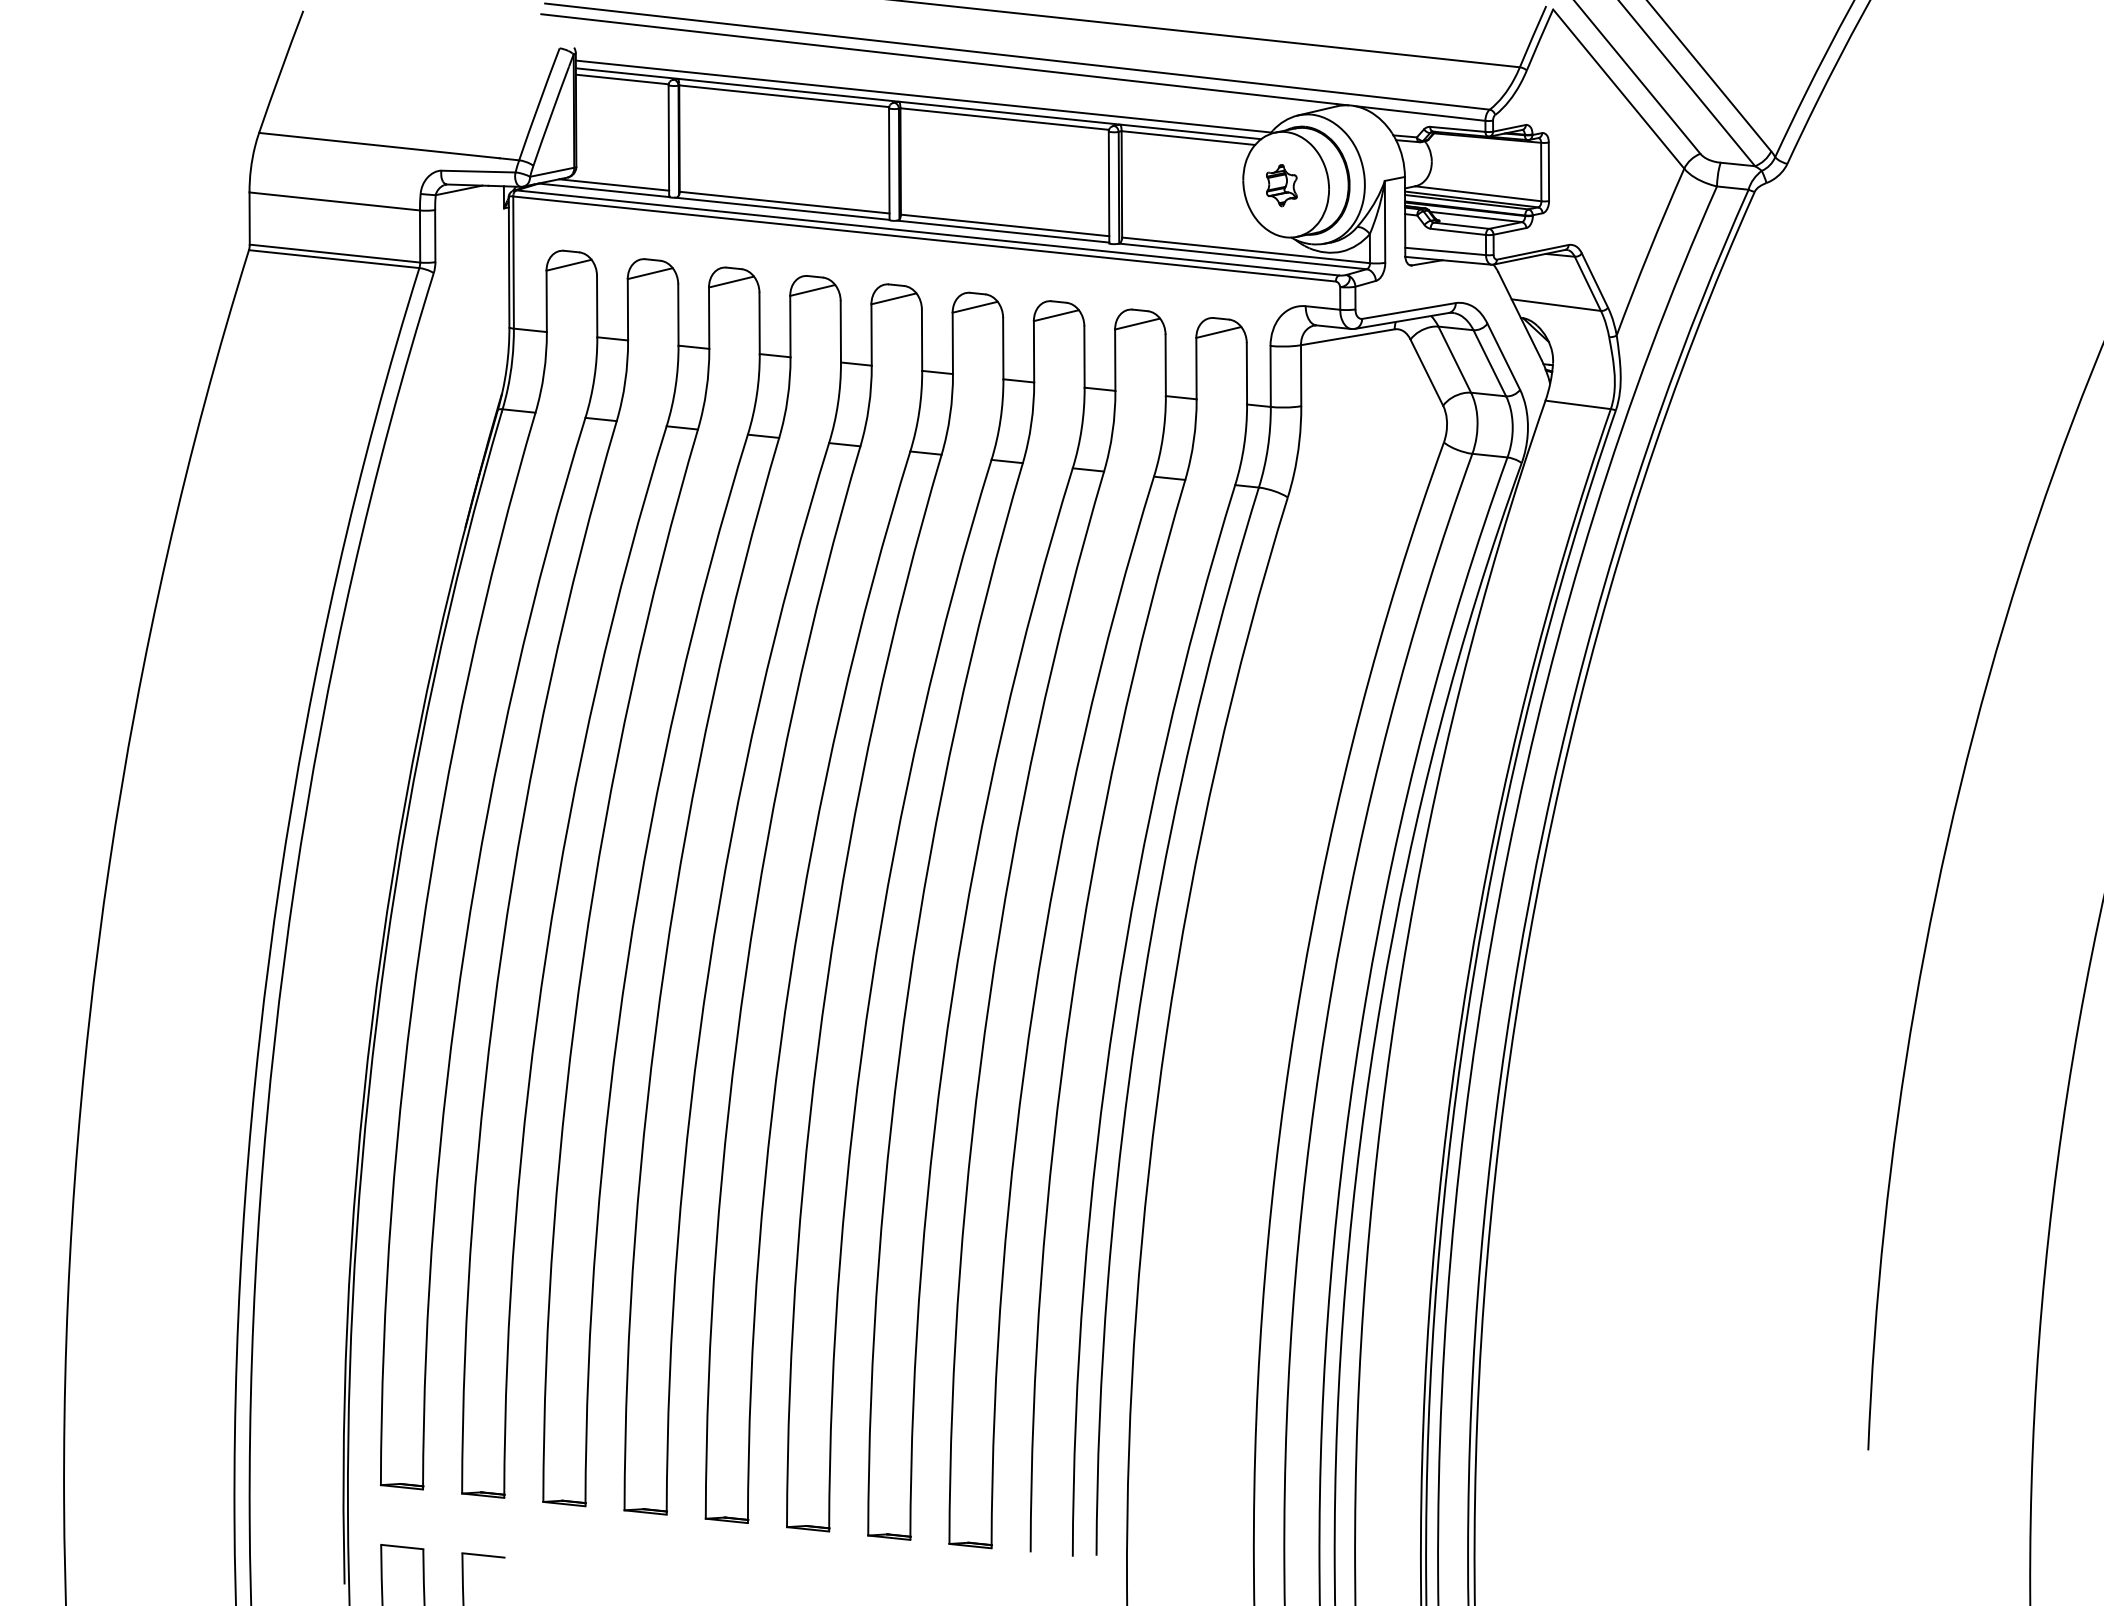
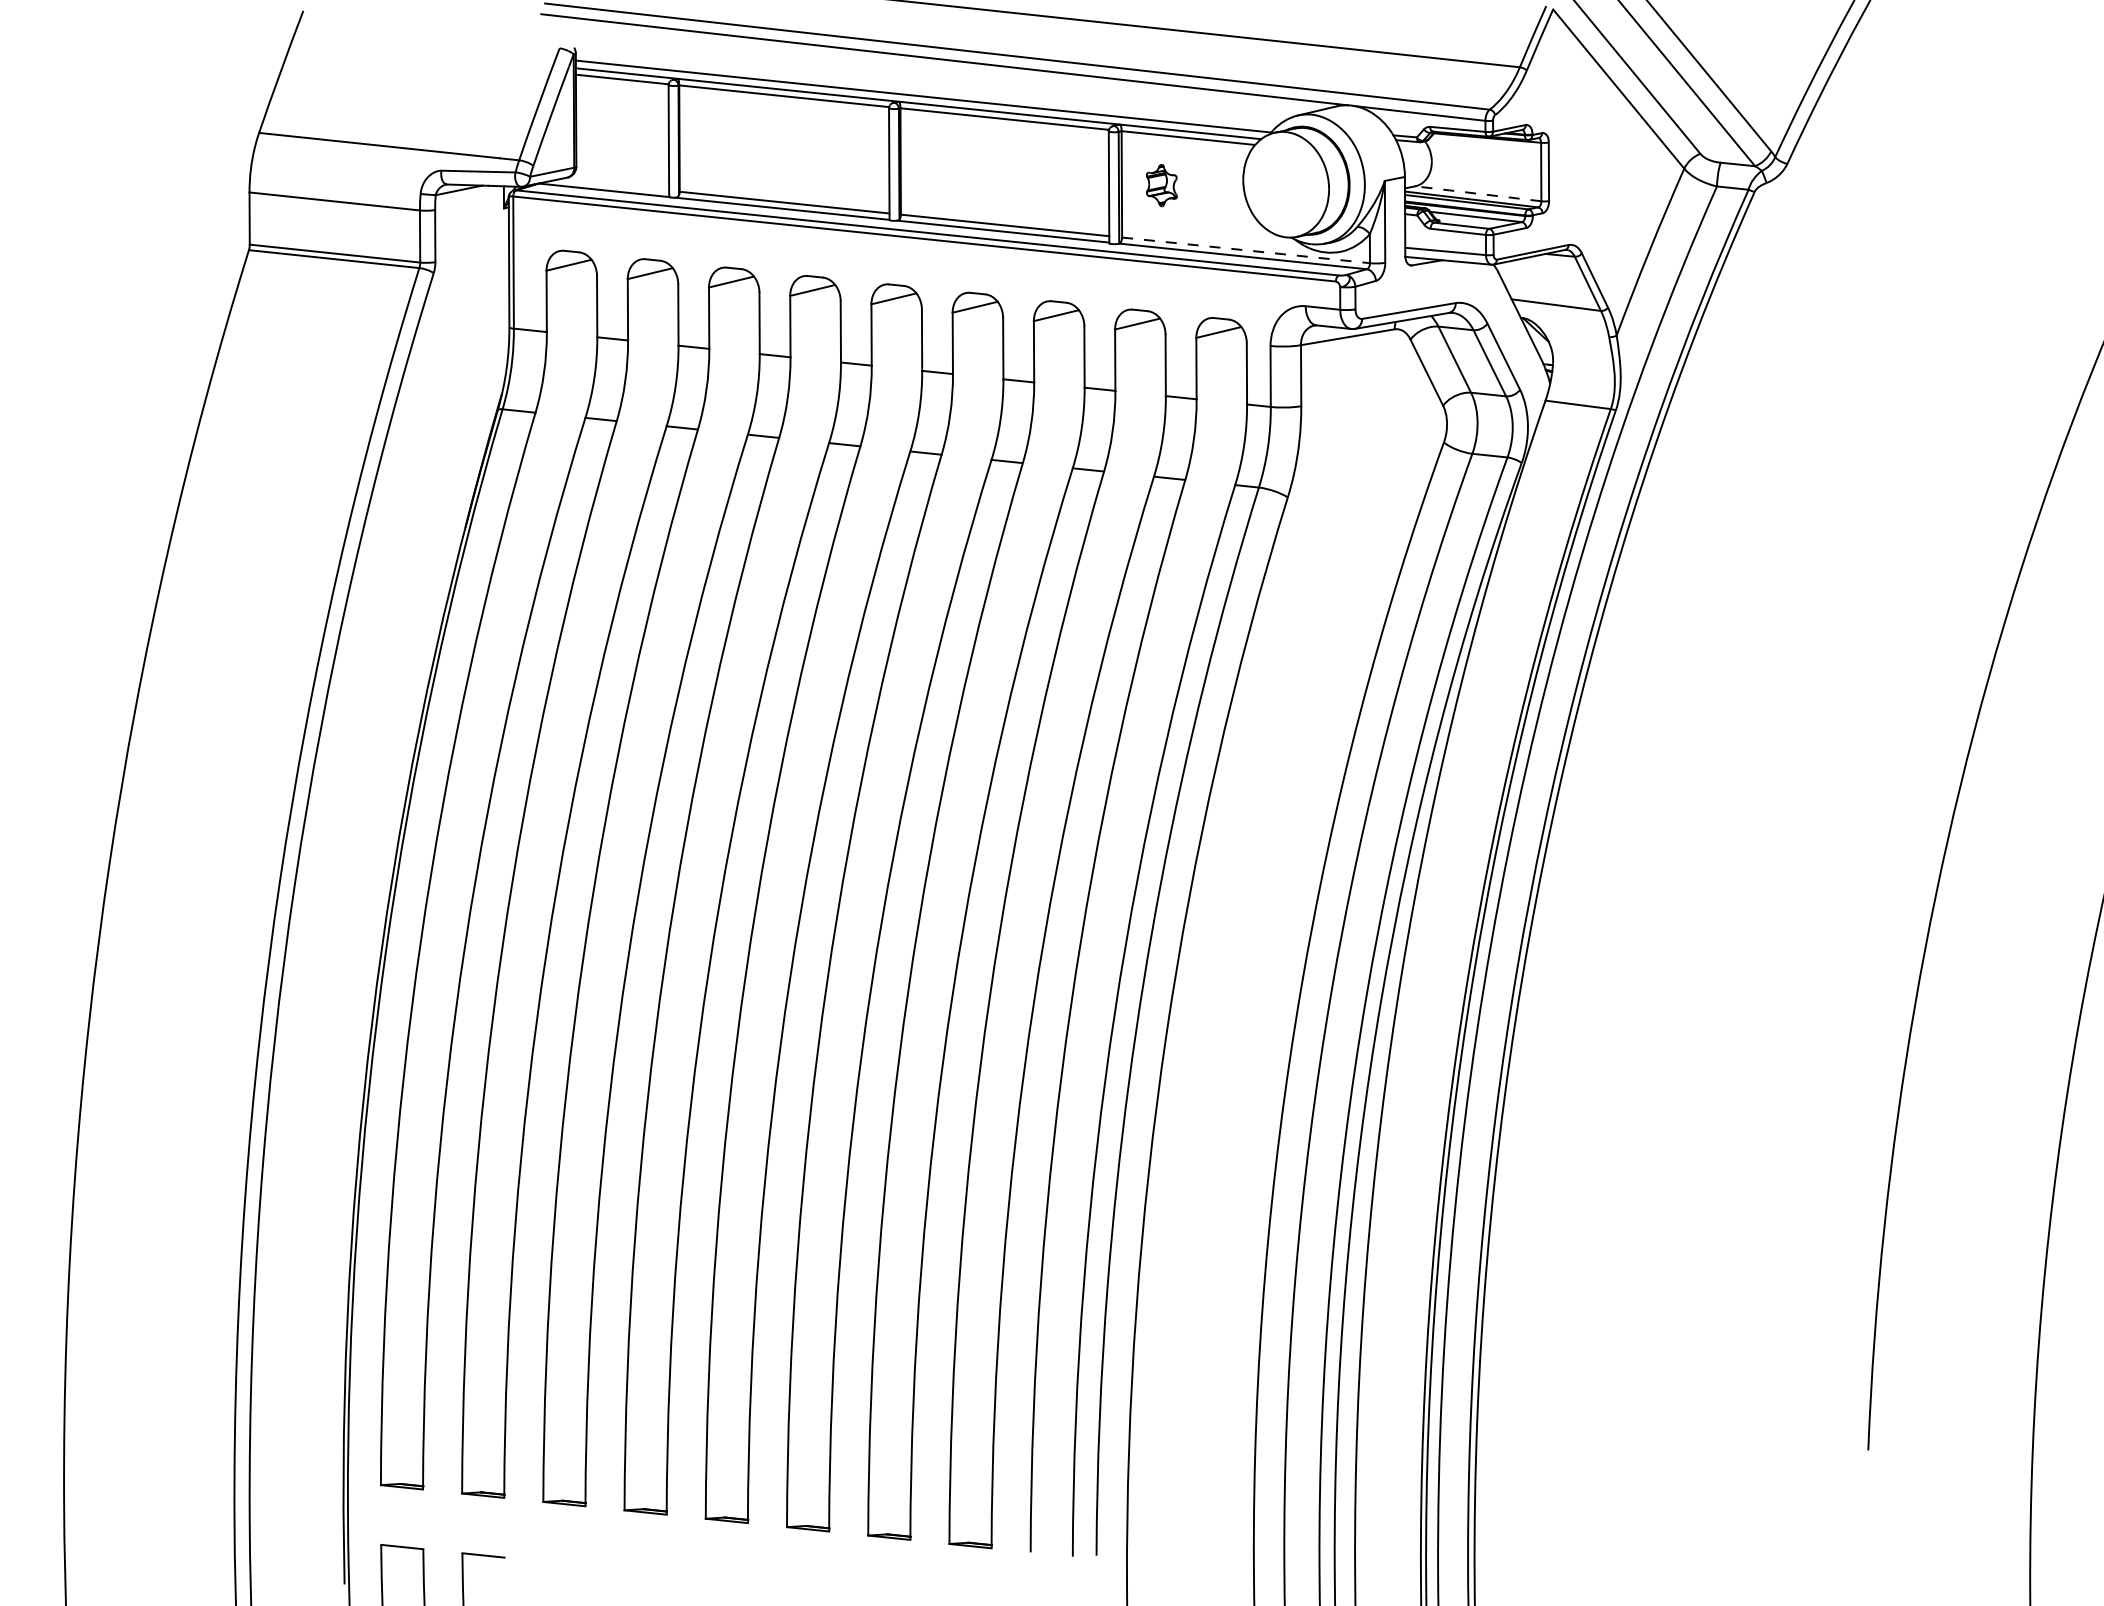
line at (614, 184): present -> none
part at (1281, 185) position: (1281, 185) -> (1161, 185)
line at (1478, 193): solid -> dashed
line at (1246, 250): solid -> dashed
